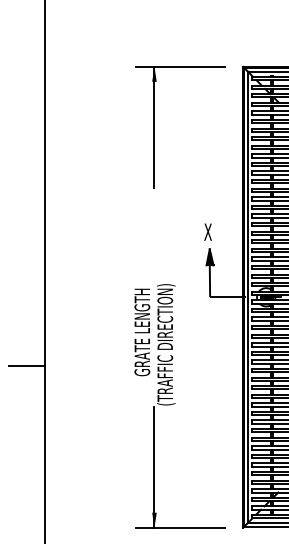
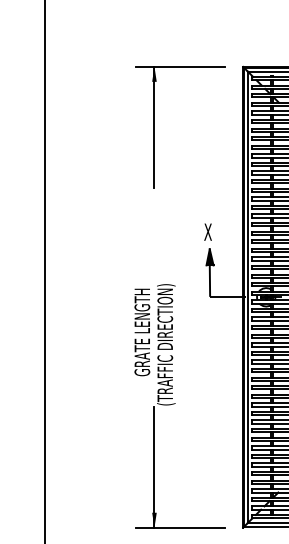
line at (26, 366): present -> none
